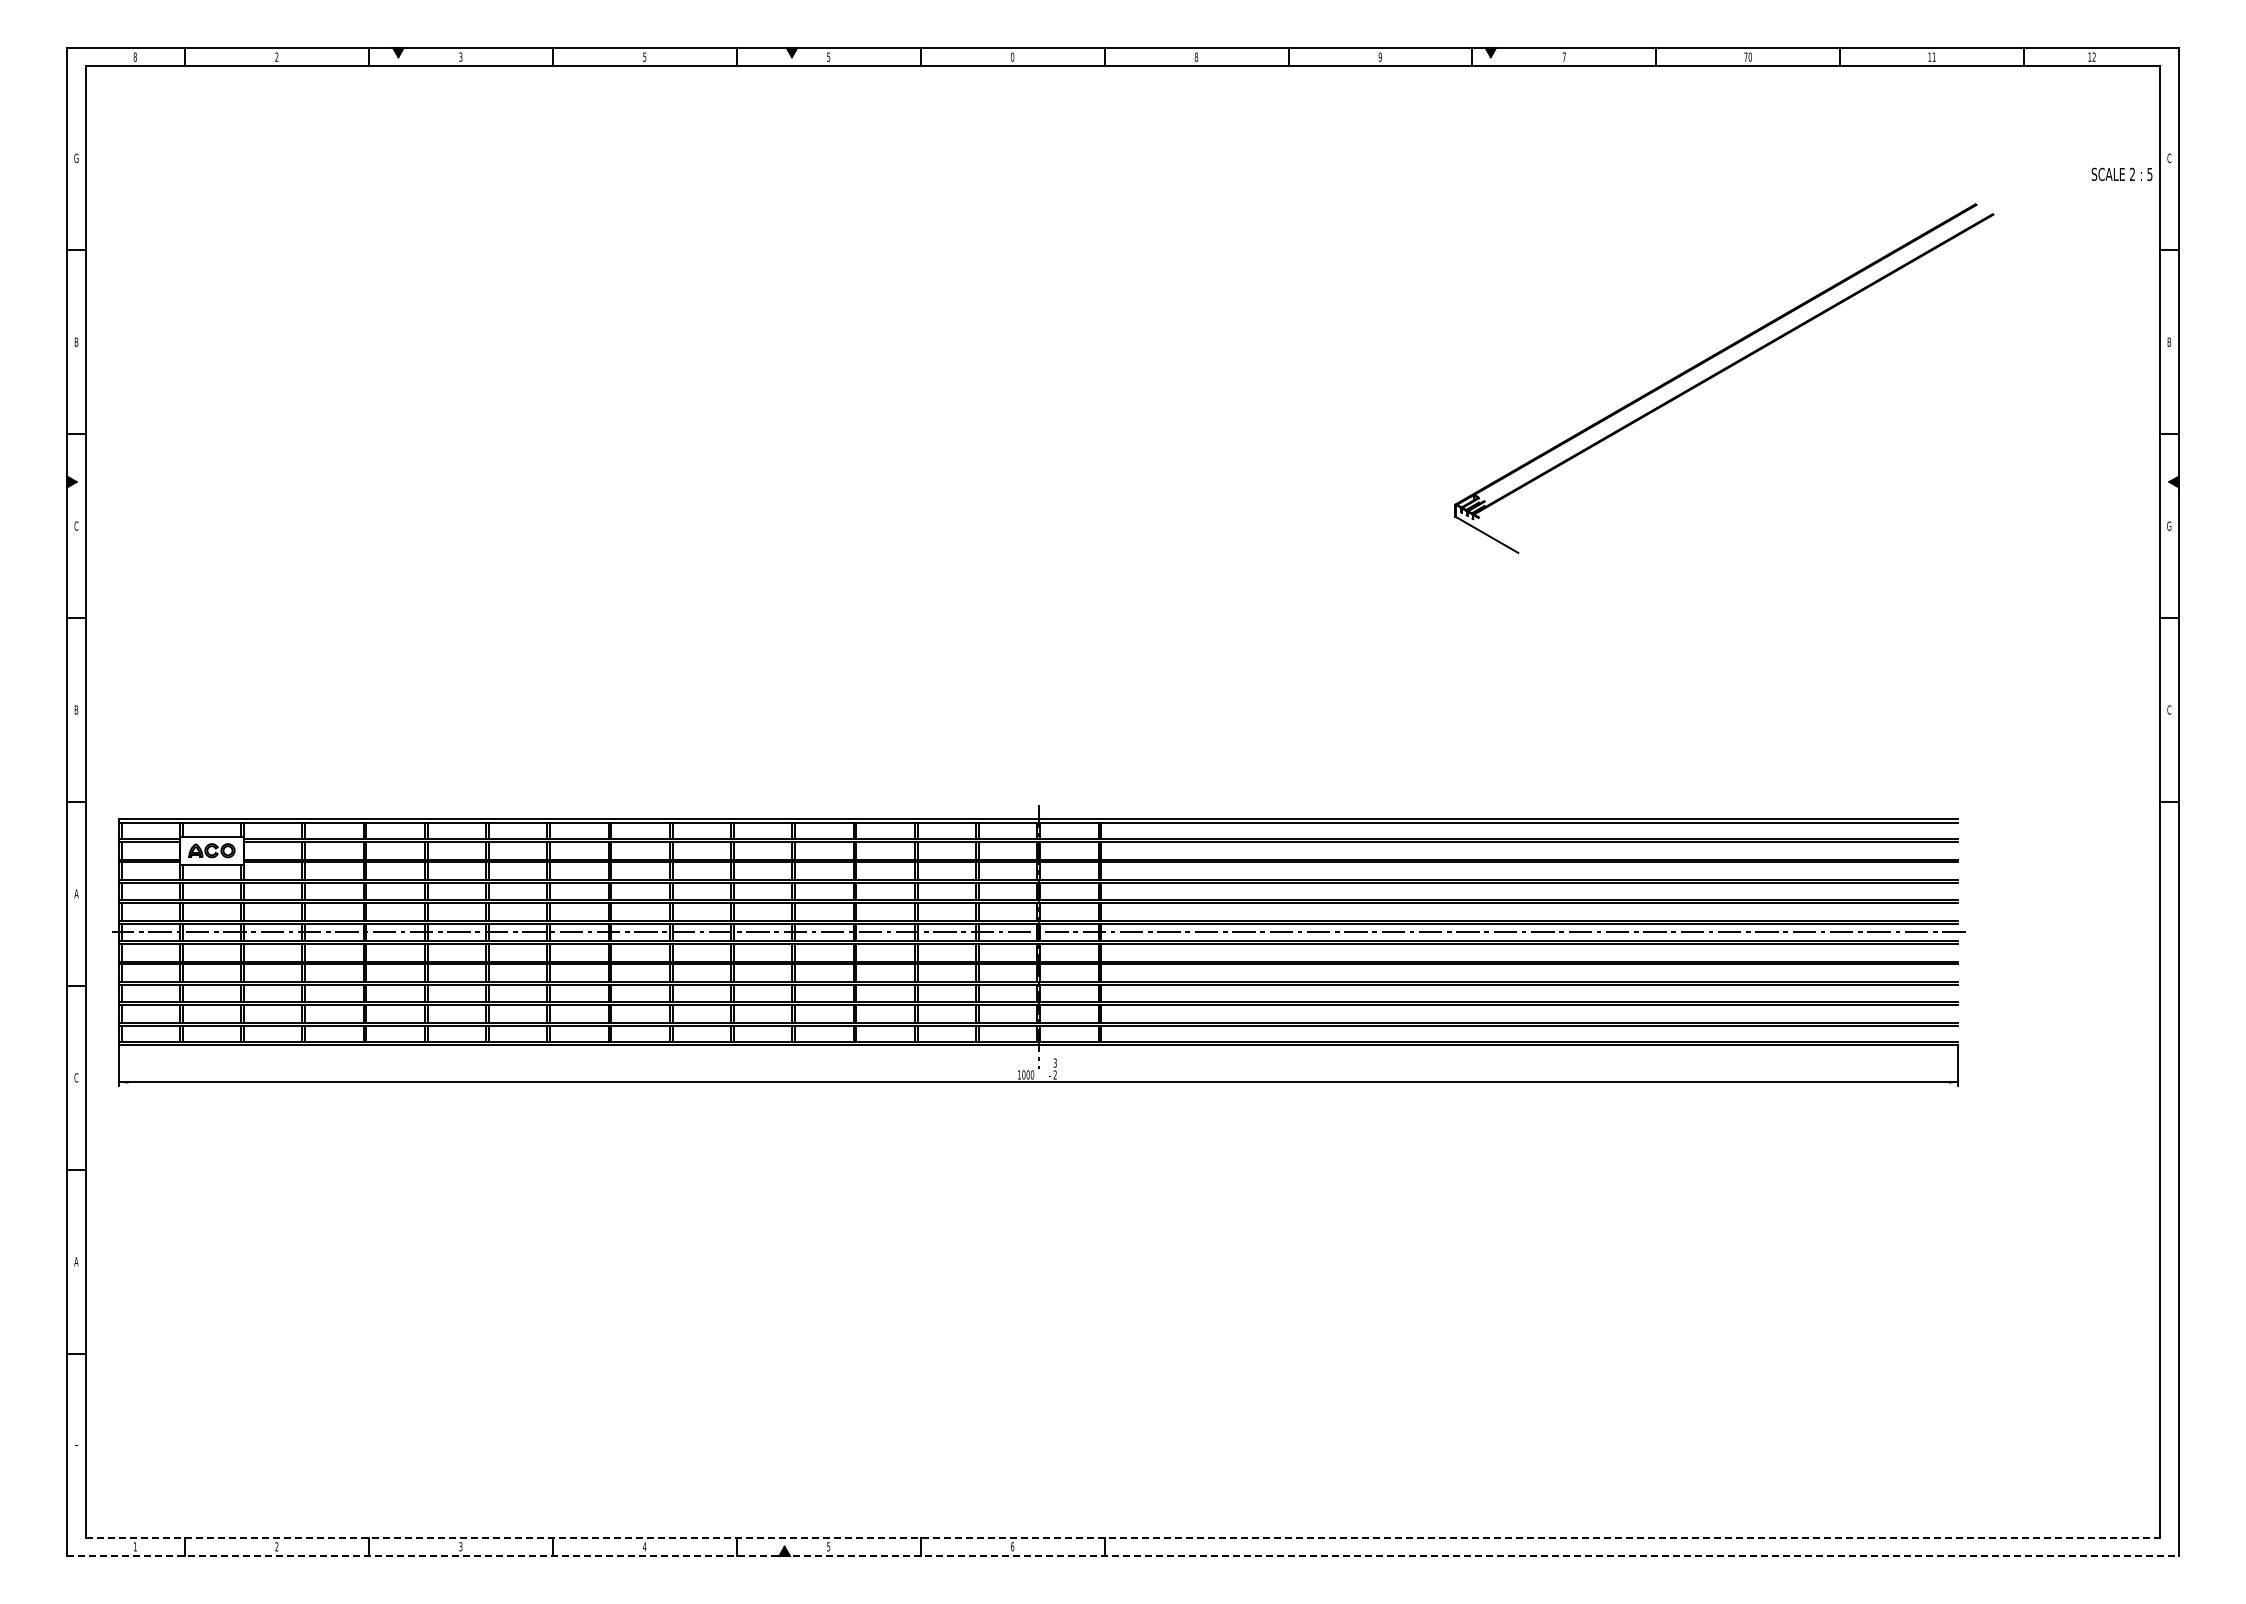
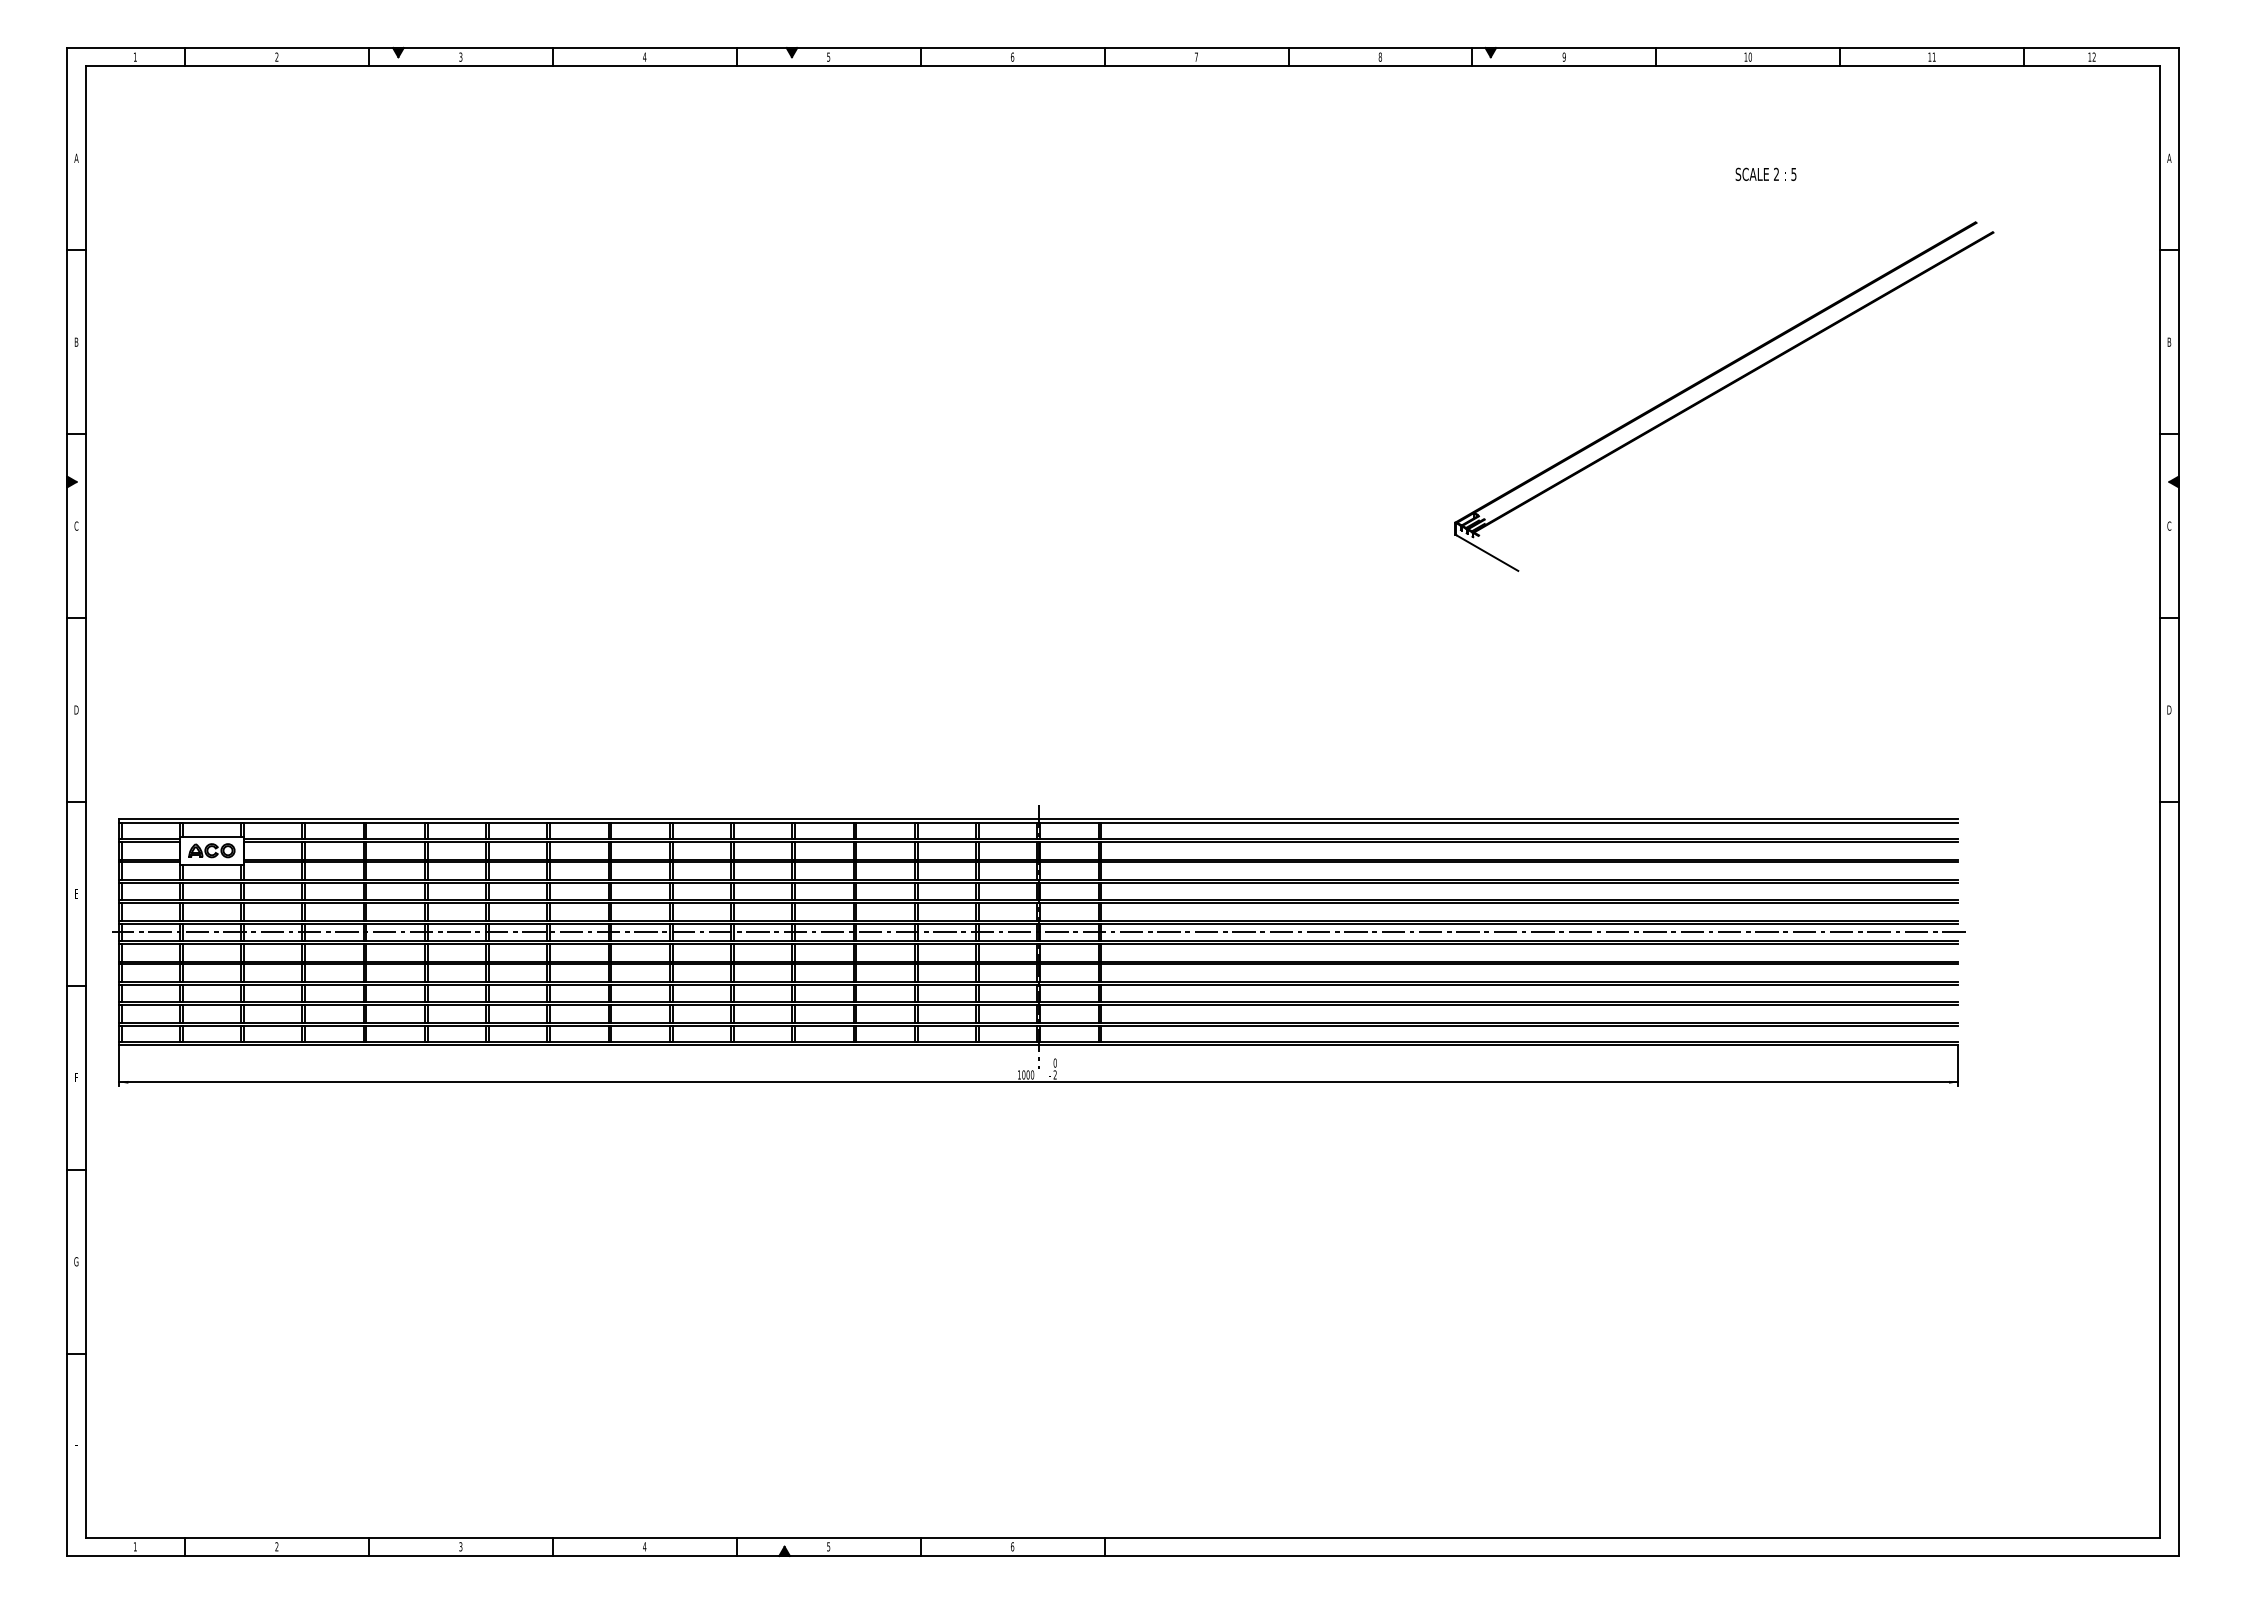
text at (134, 56): 8 -> 1
text at (644, 56): 5 -> 4
text at (1012, 56): 0 -> 6
text at (1196, 56): 8 -> 7
text at (1563, 56): 7 -> 9
text at (1745, 56): 70 -> 10
text at (1379, 57): 9 -> 8
text at (76, 157): G -> A
text at (2169, 157): C -> A
text at (2121, 173) position: (2121, 173) -> (1765, 173)
part at (1722, 372) position: (1722, 372) -> (1722, 390)
text at (2169, 525): G -> C
text at (76, 709): B -> D
text at (2169, 709): C -> D
text at (76, 893): A -> E
text at (1054, 1062): 3 -> 0
text at (76, 1077): C -> F
text at (76, 1261): A -> G
line at (1123, 1537): dashed -> solid
line at (1123, 1556): dashed -> solid
